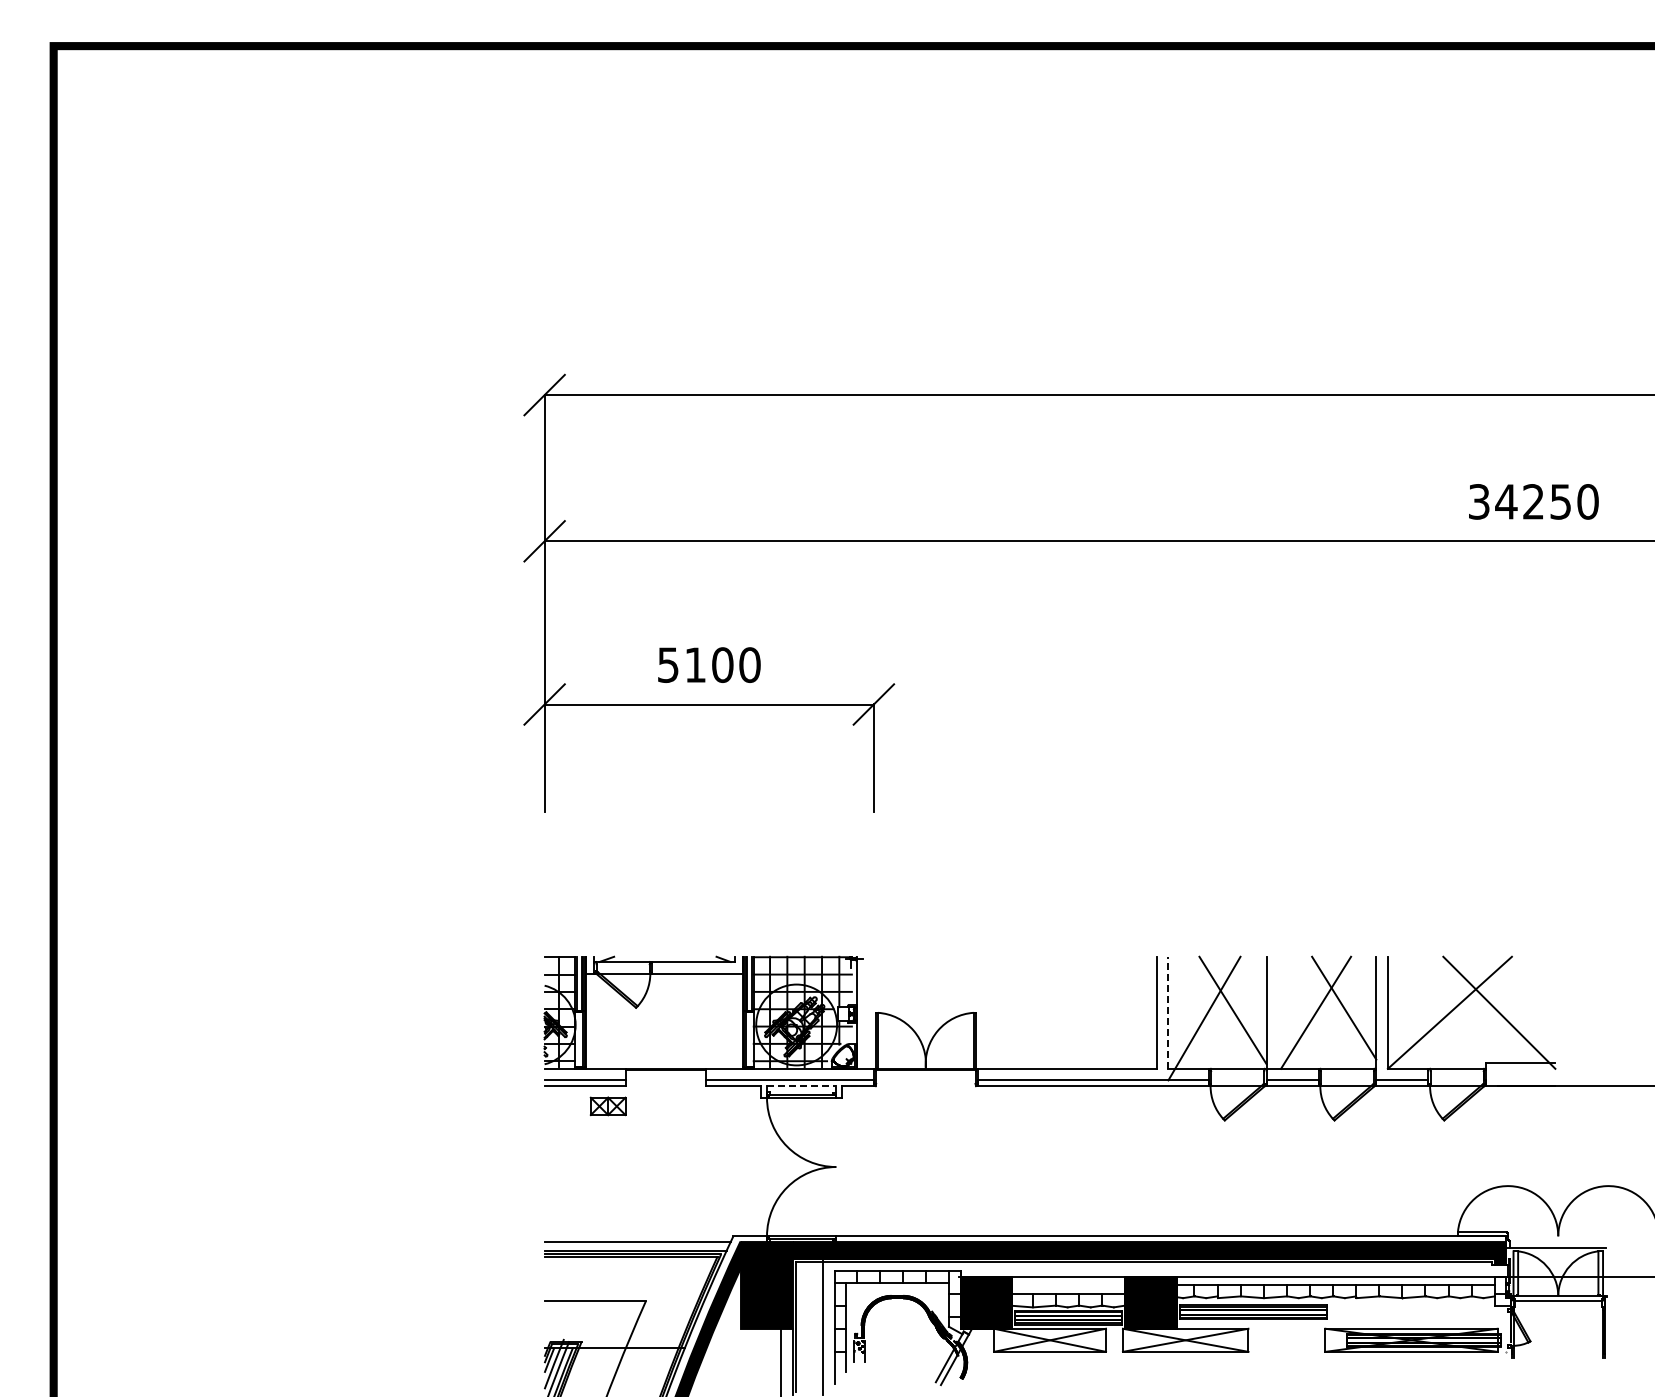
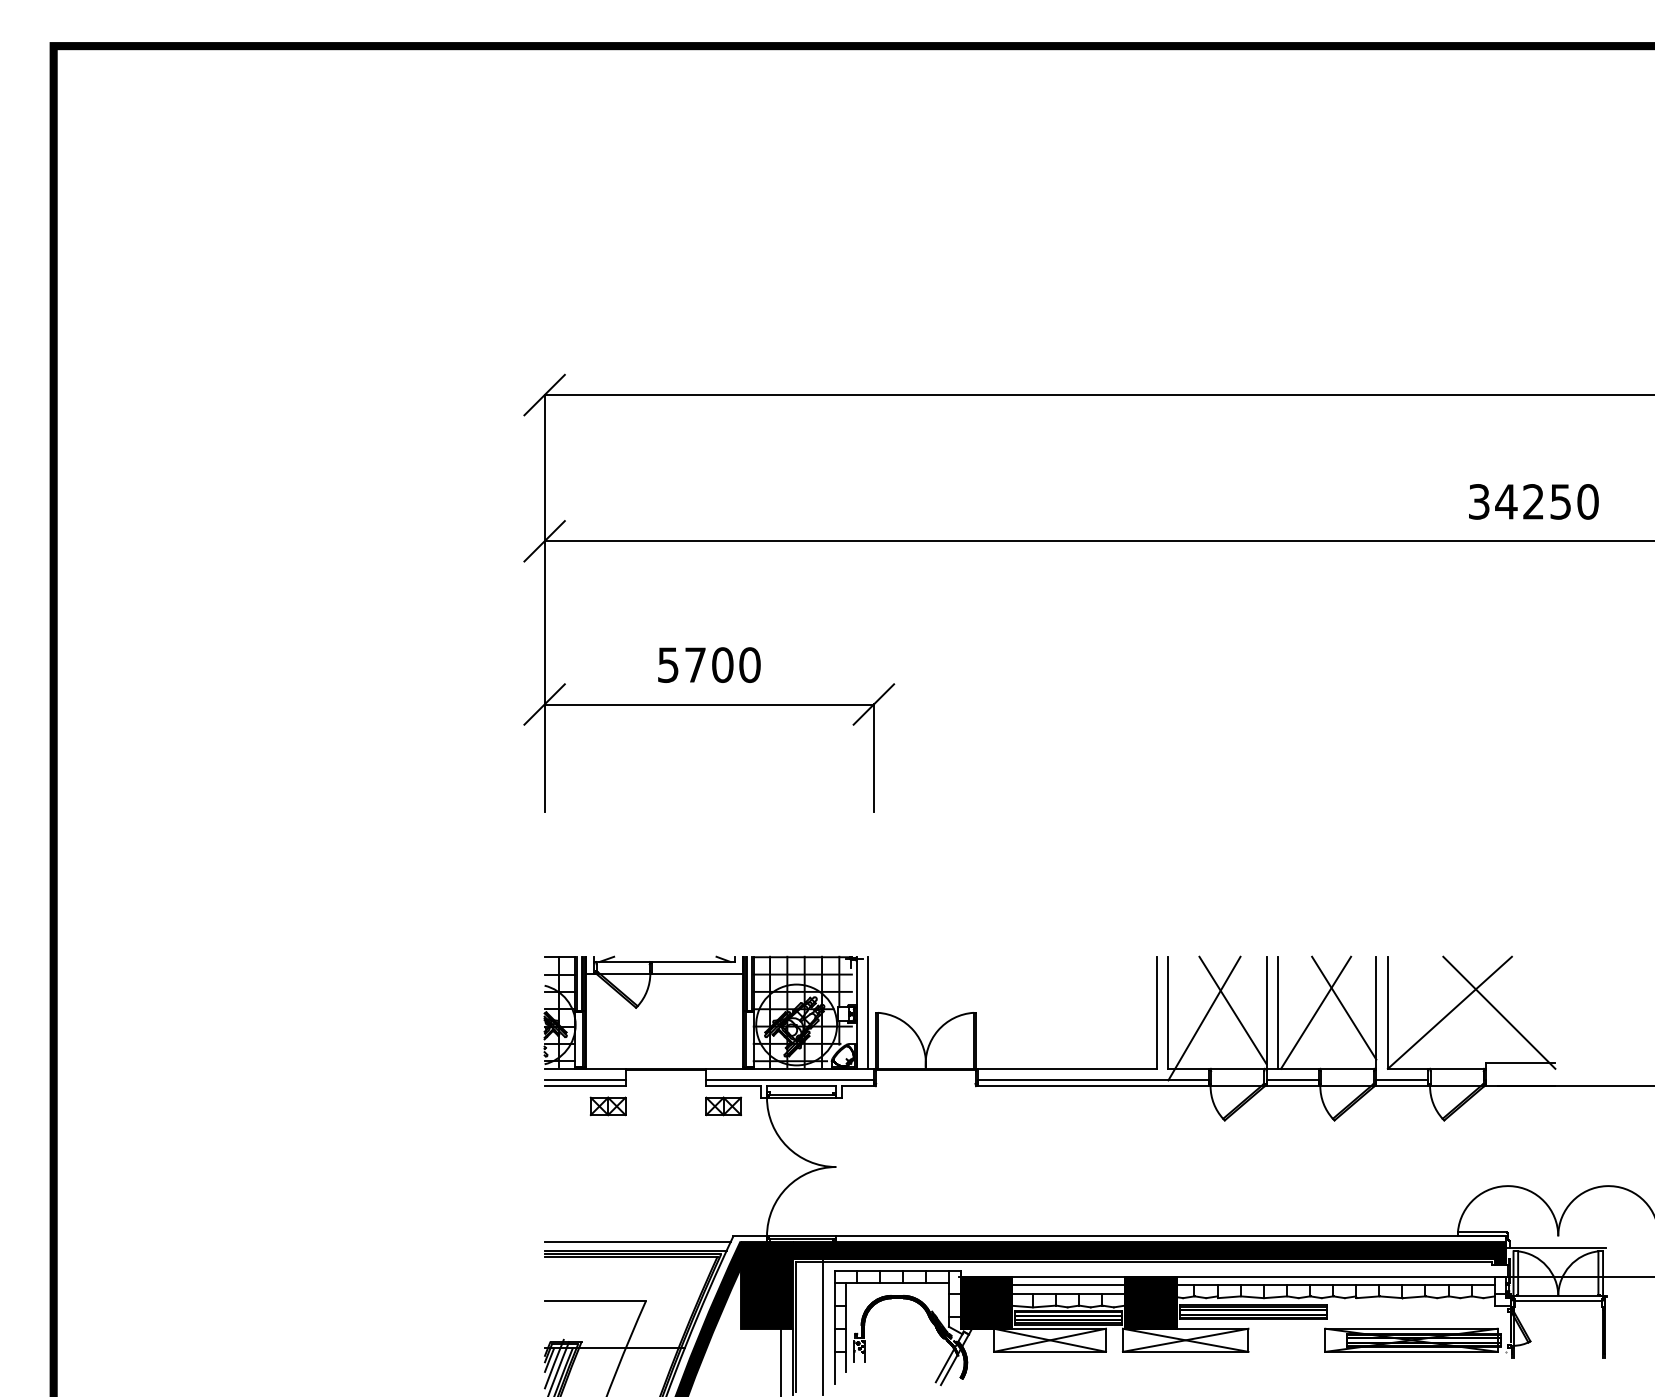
text at (695, 664): 5100 -> 5700
line at (868, 1012): none -> present
line at (1168, 1012): dashed -> solid
line at (1278, 1012): none -> present
line at (801, 1086): dashed -> solid
part at (723, 1106): none -> present
line at (1068, 1285): none -> present
